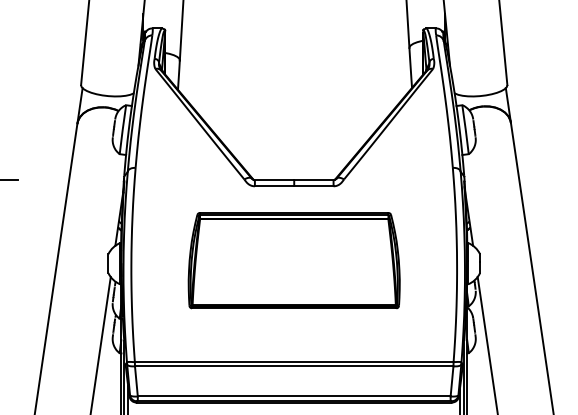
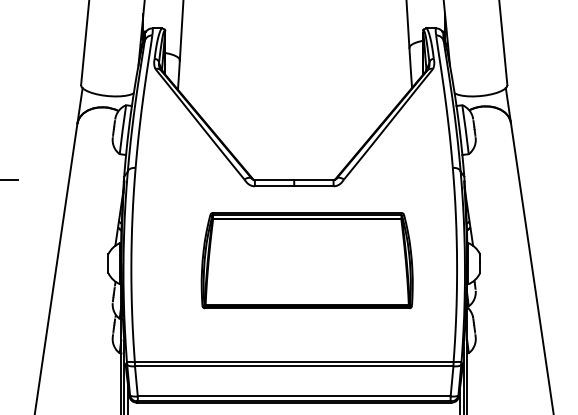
part at (293, 260) position: (293, 260) -> (306, 260)
line at (100, 344): present -> none
line at (487, 344): present -> none
